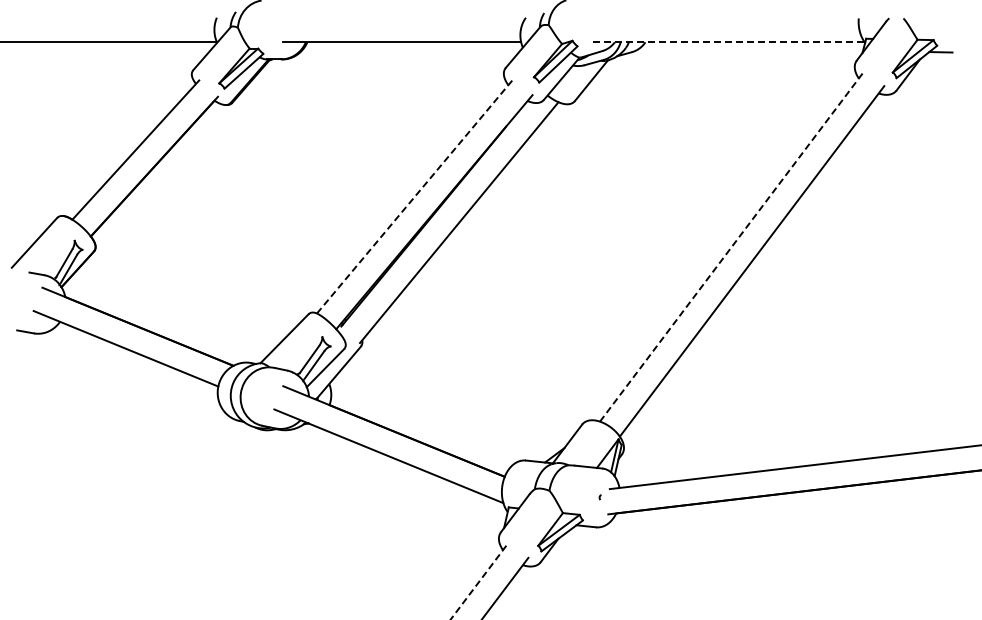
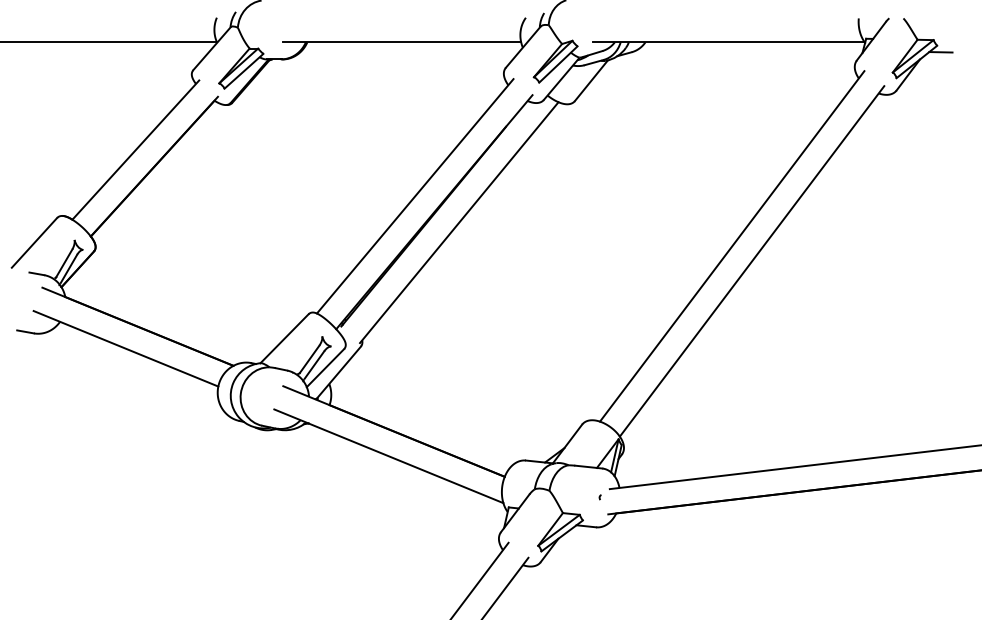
line at (729, 42): dashed -> solid
line at (415, 196): dashed -> solid
line at (732, 246): dashed -> solid
line at (479, 581): dashed -> solid
